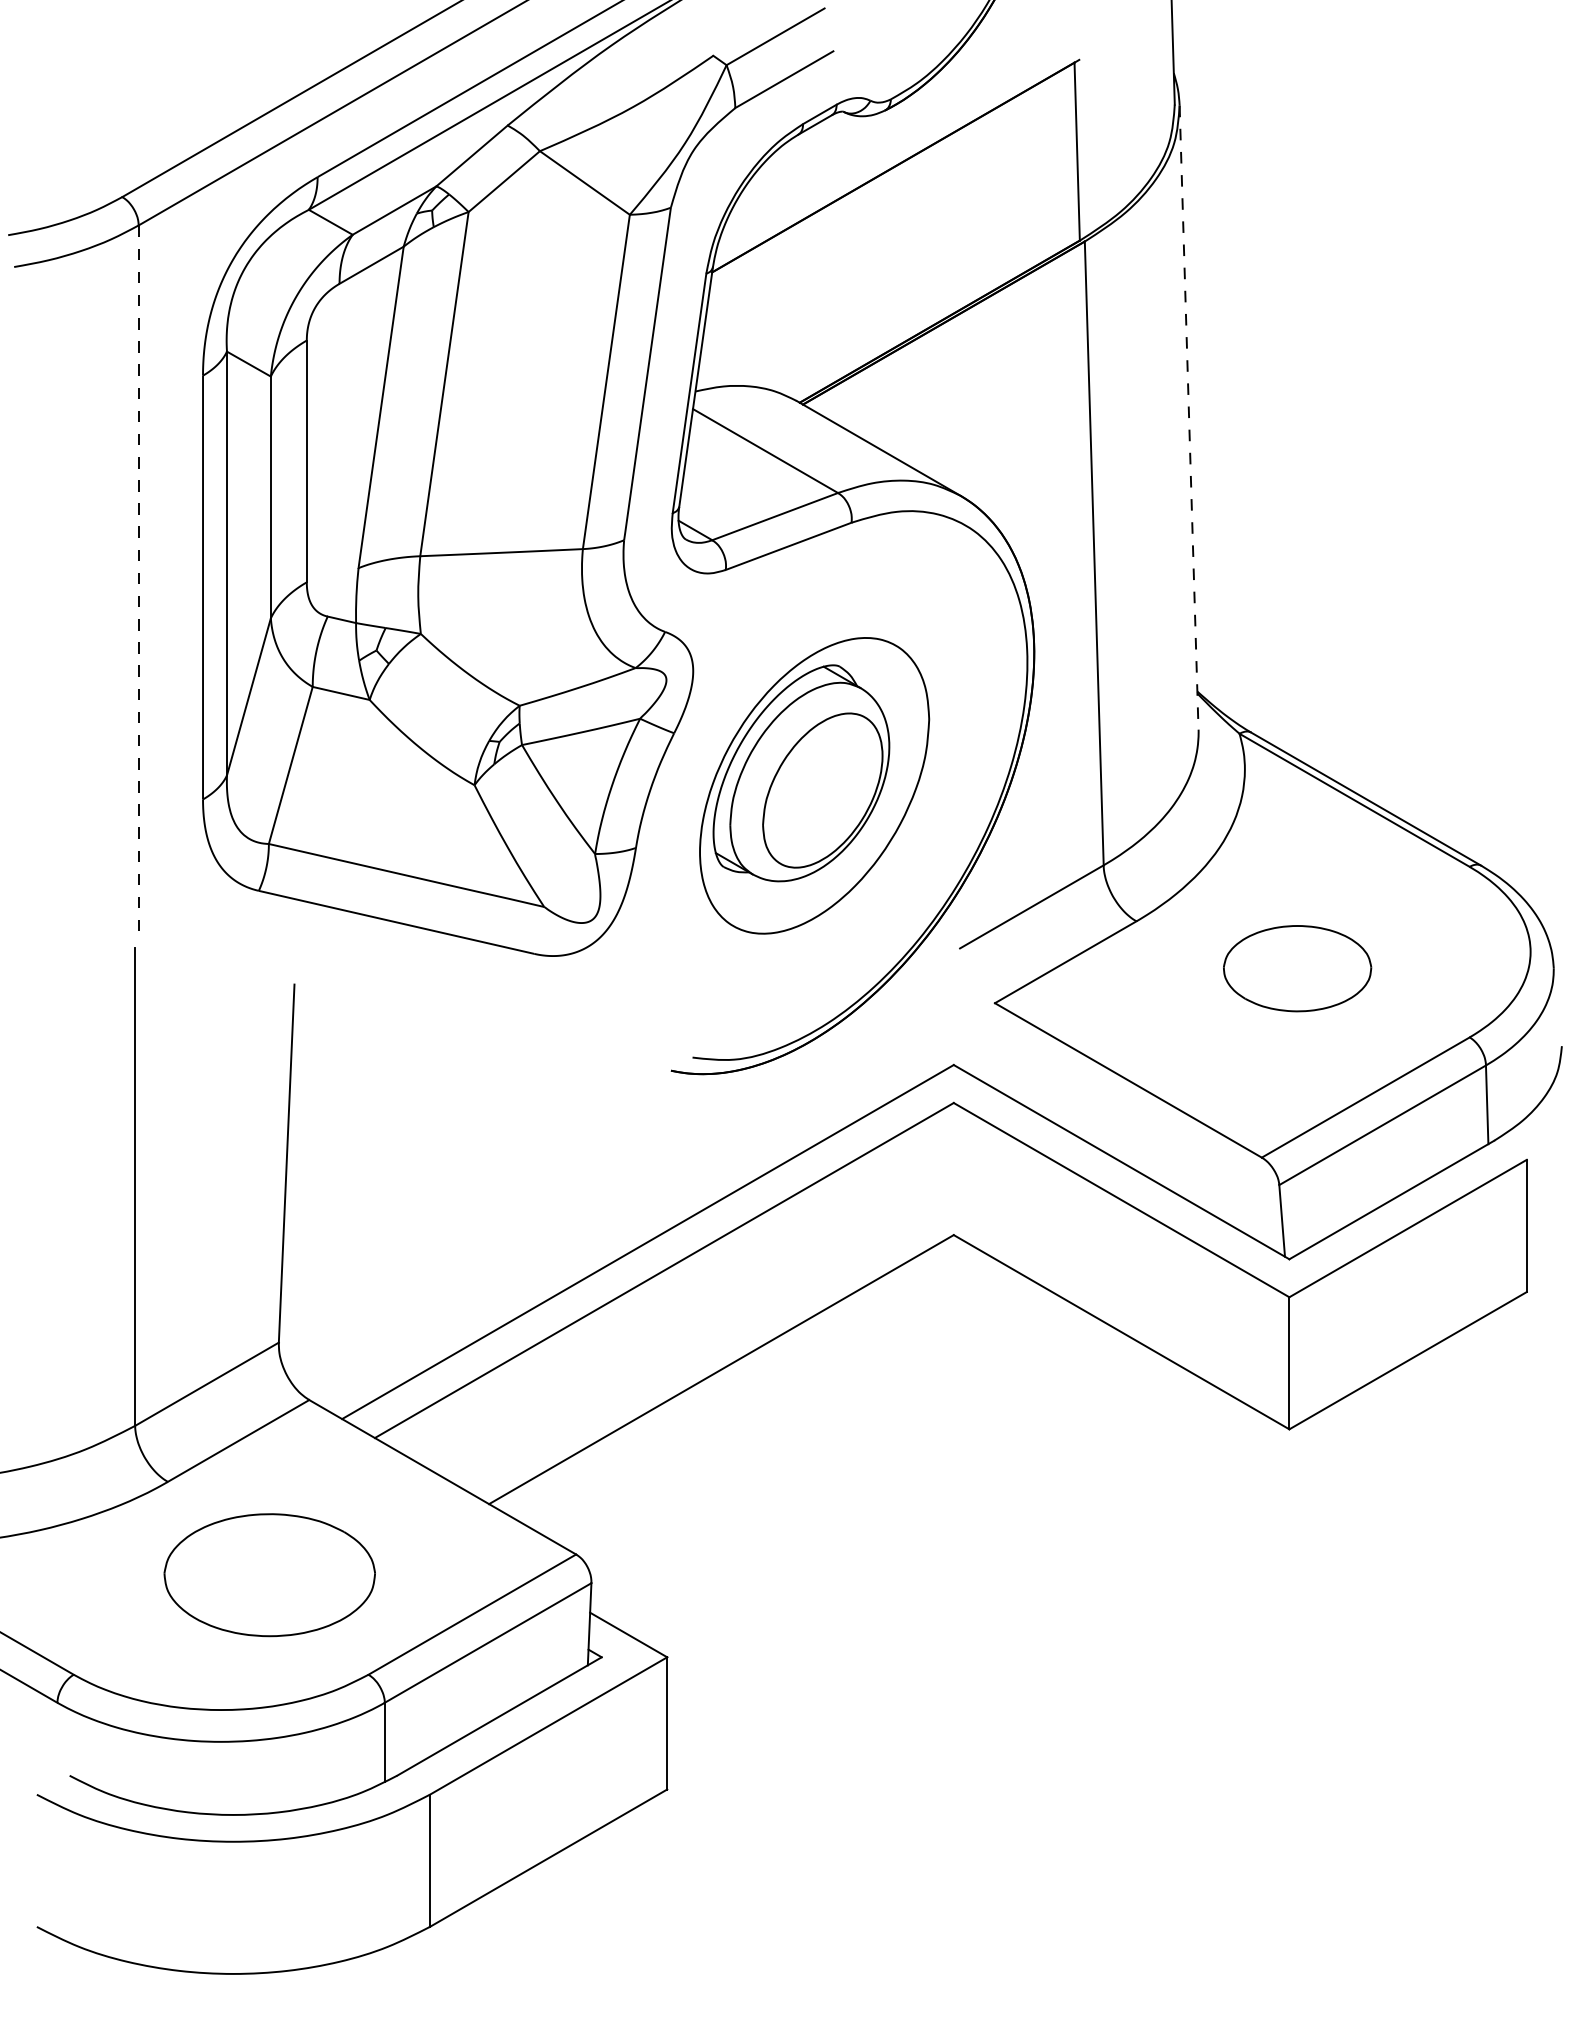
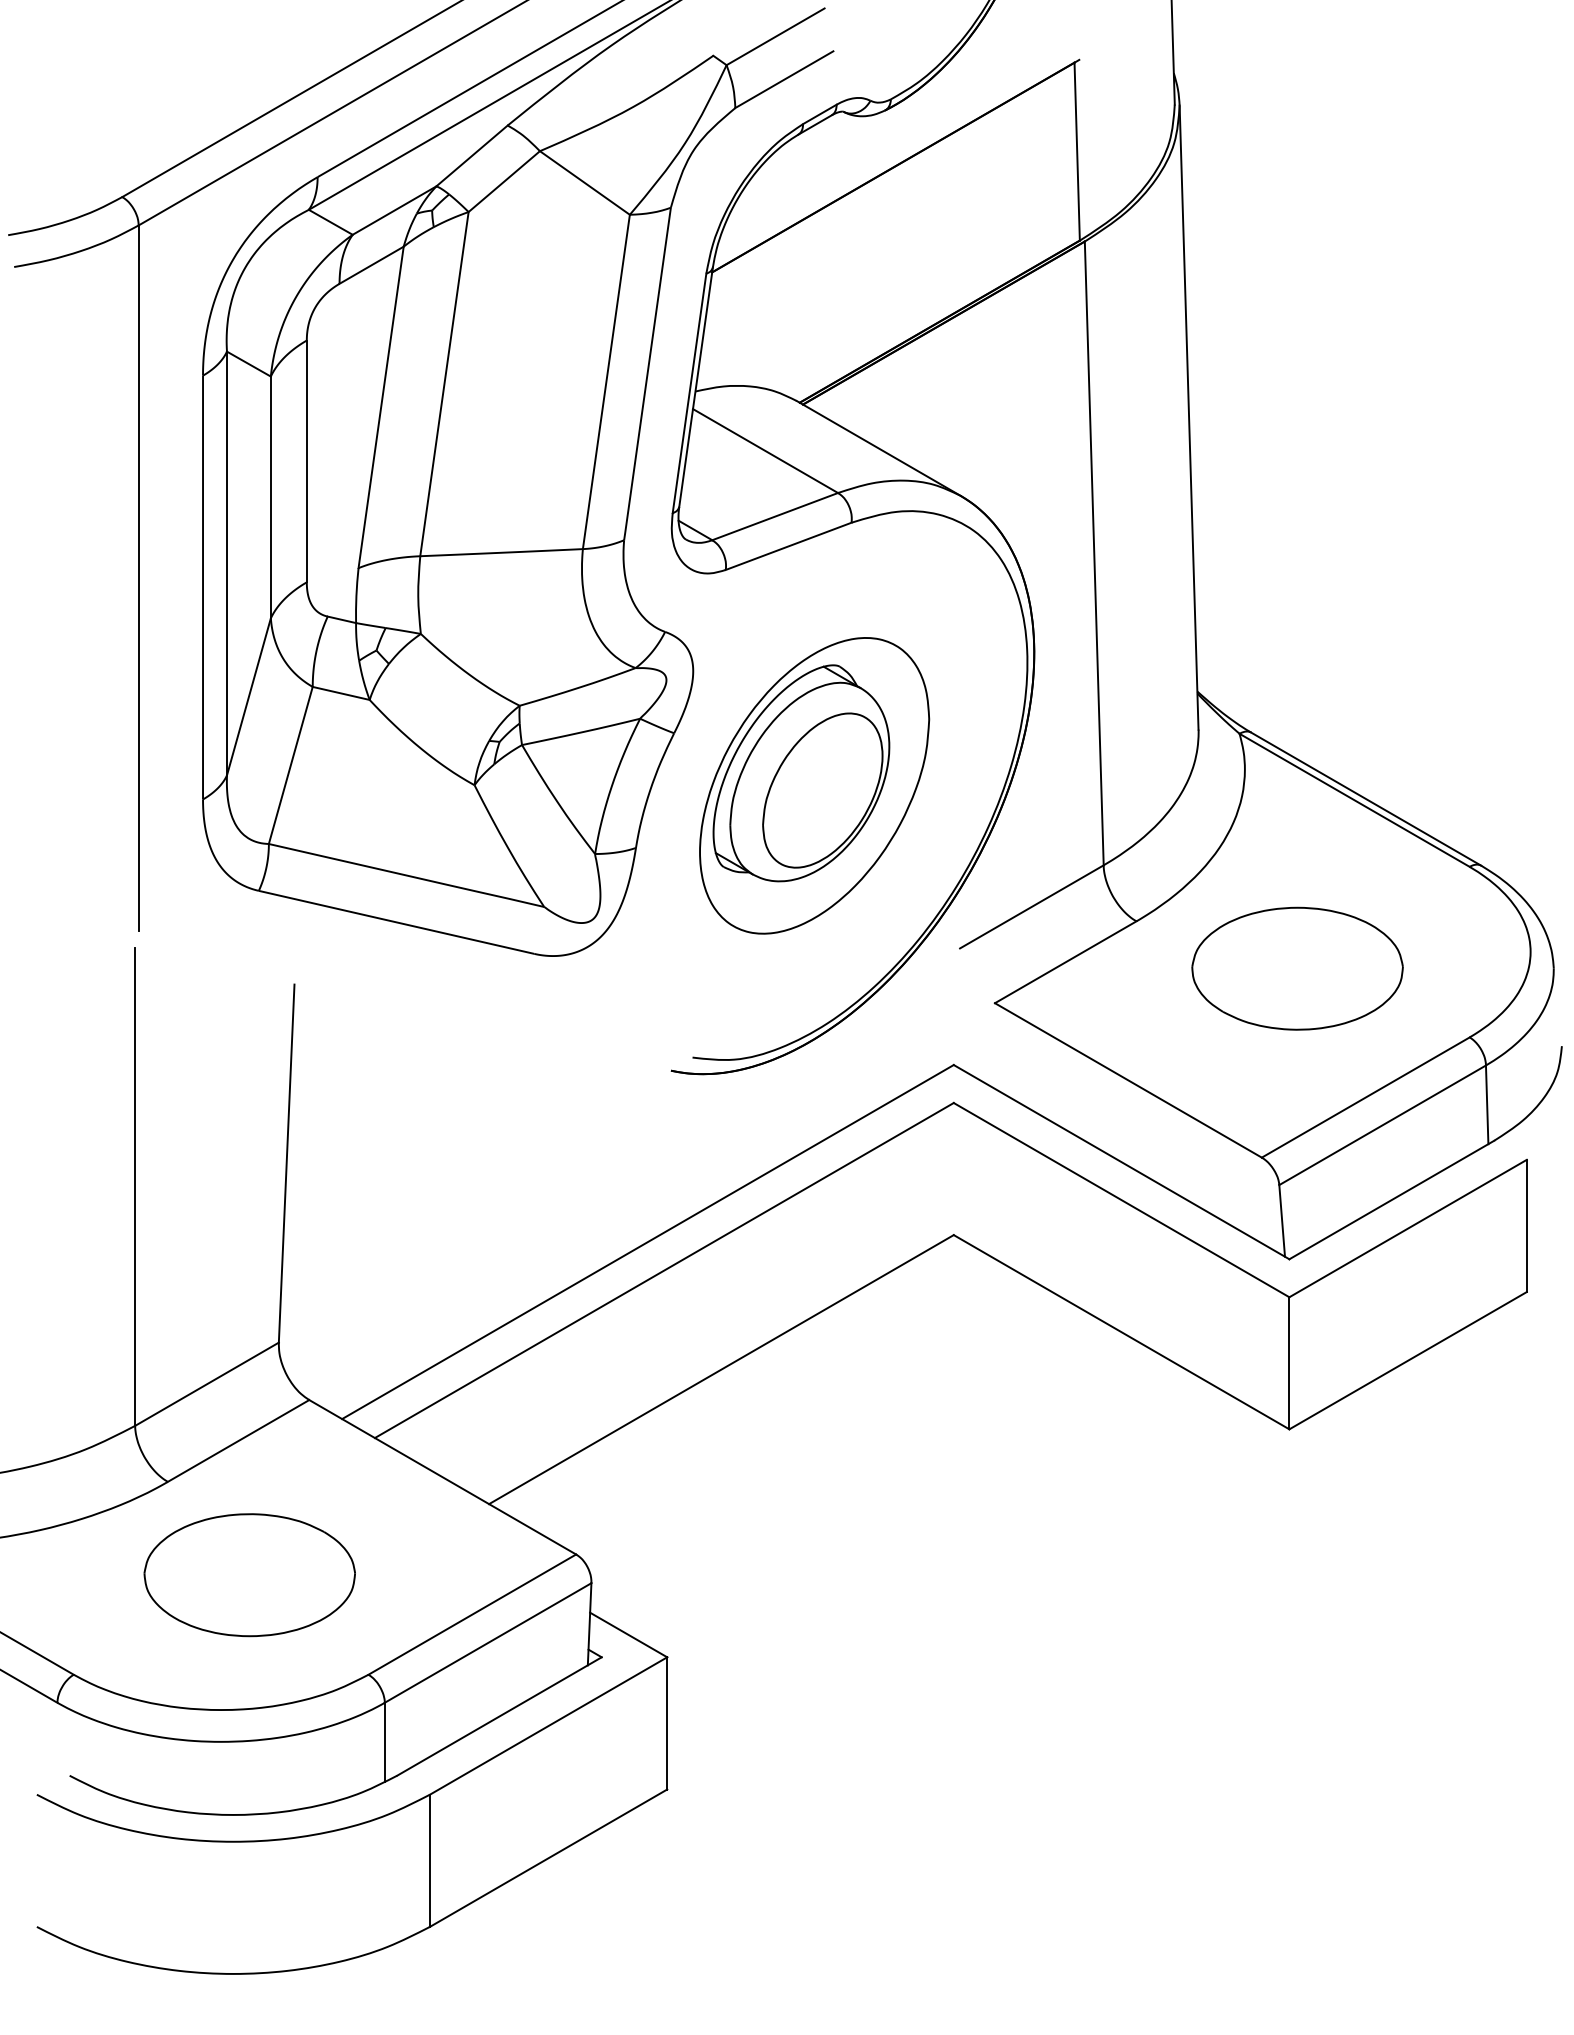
line at (1189, 418): dashed -> solid
line at (138, 578): dashed -> solid
part at (1297, 968) size: 150x88 px -> 213x125 px
part at (269, 1575) position: (269, 1575) -> (249, 1575)
